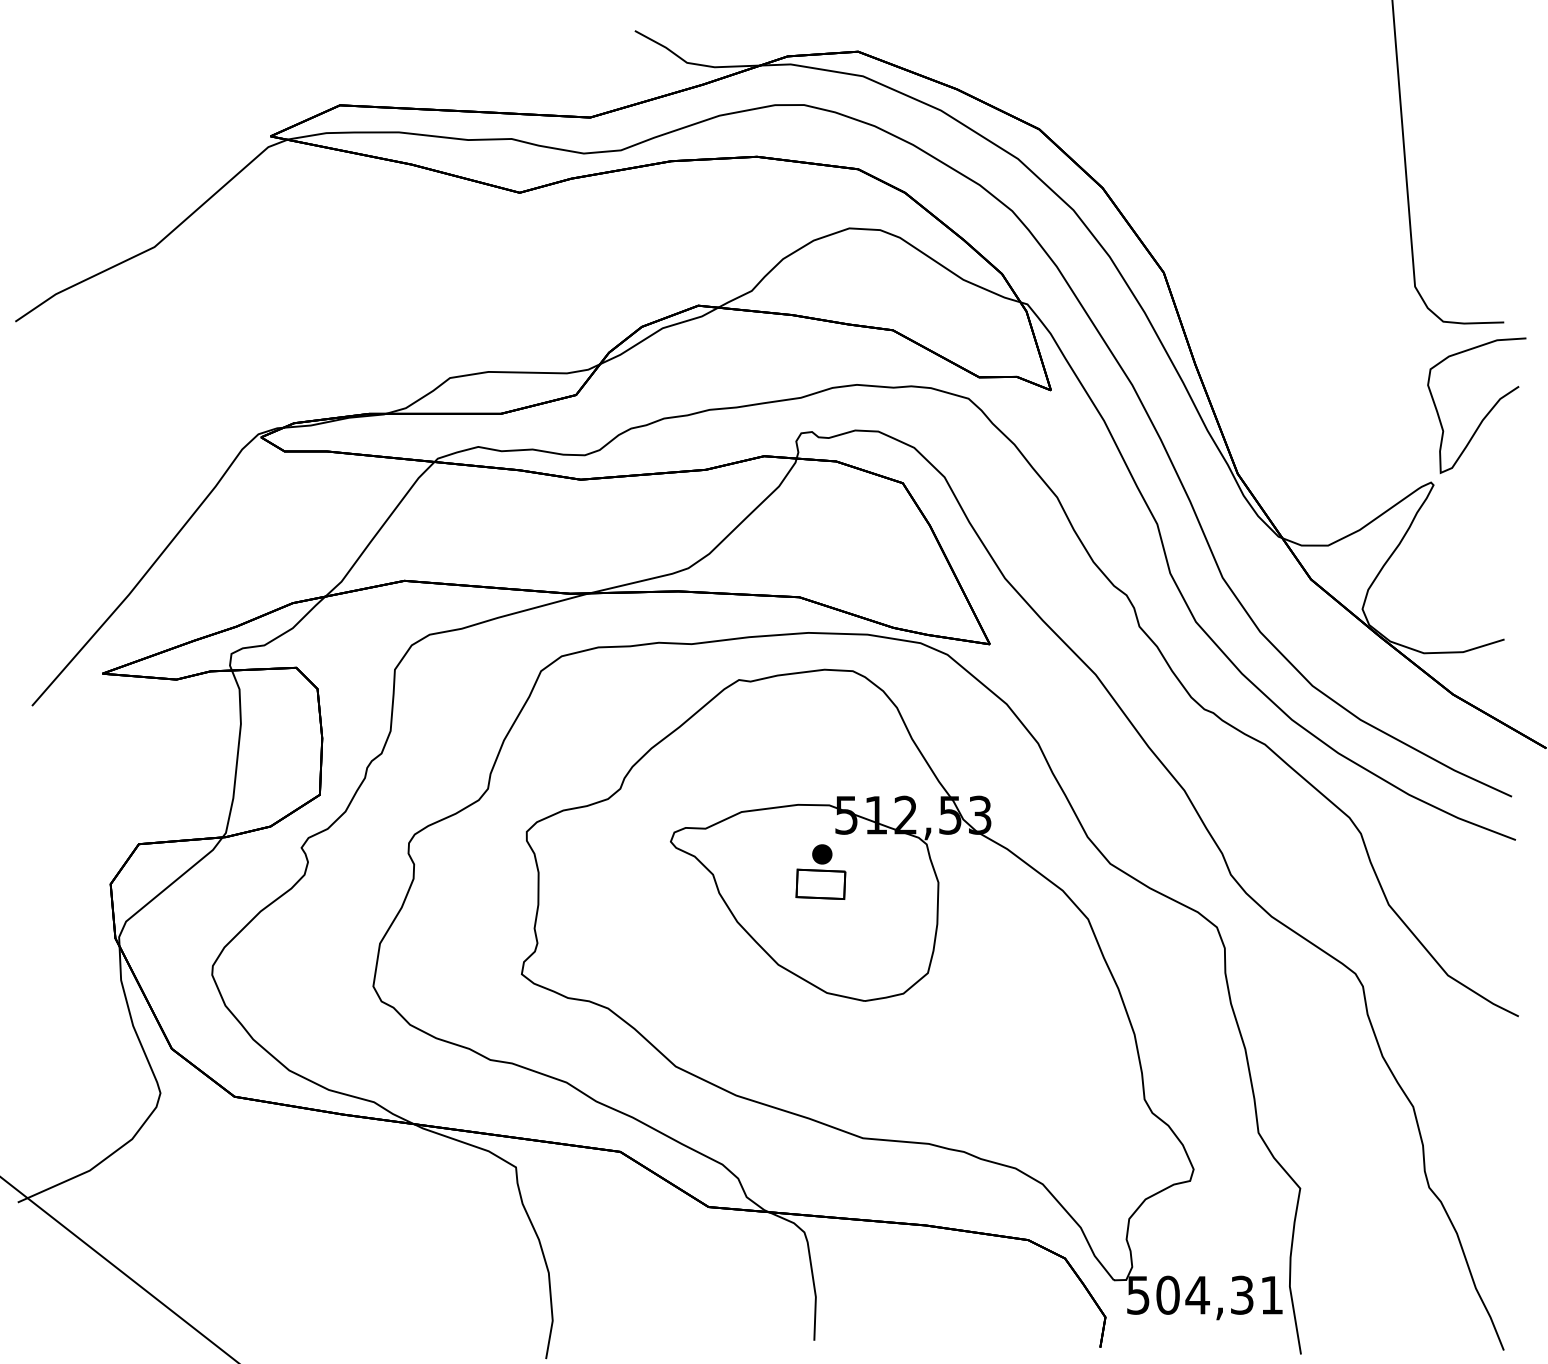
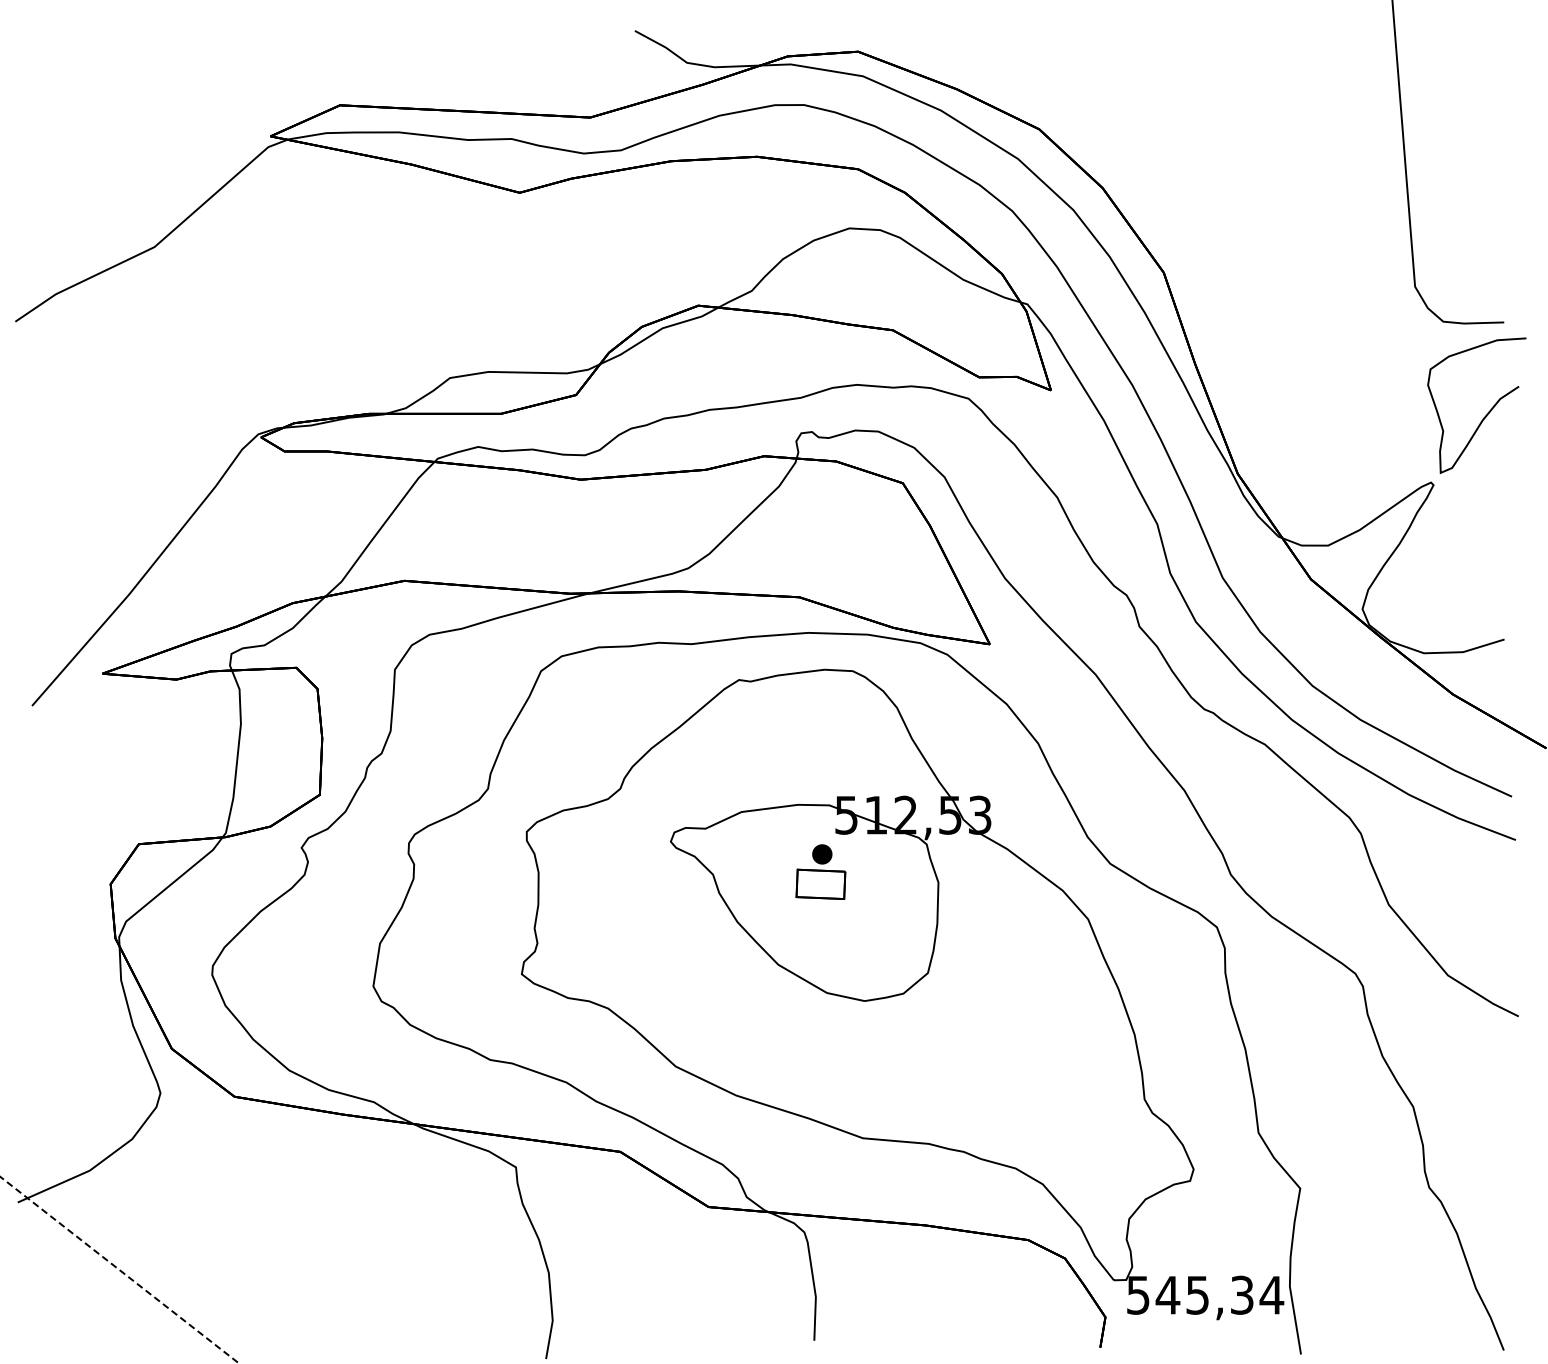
line at (120, 1270): solid -> dashed
text at (1219, 1294): 504,31 -> 545,34
